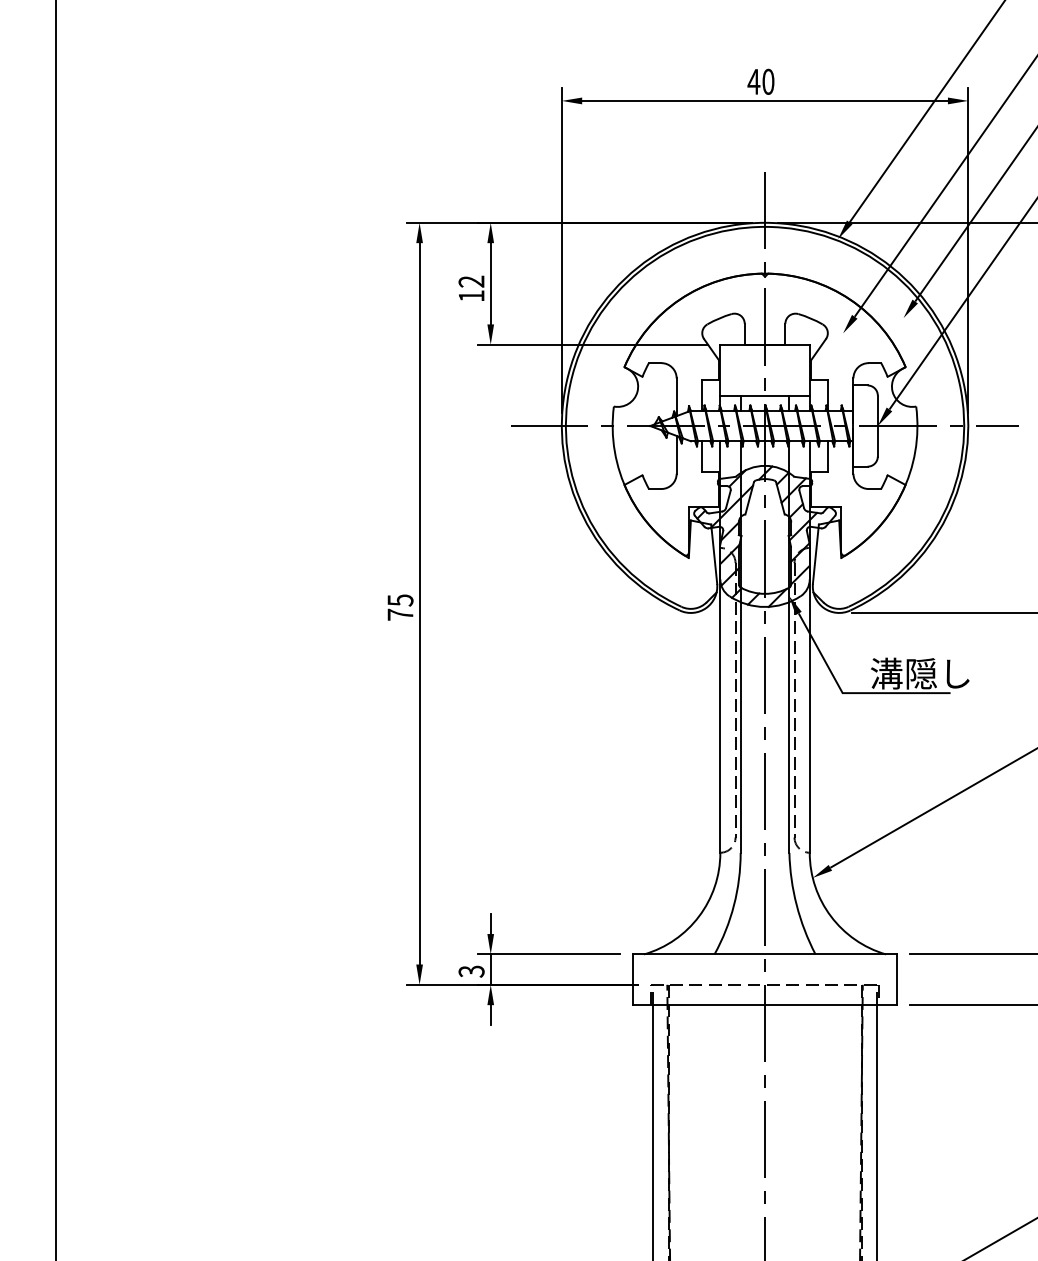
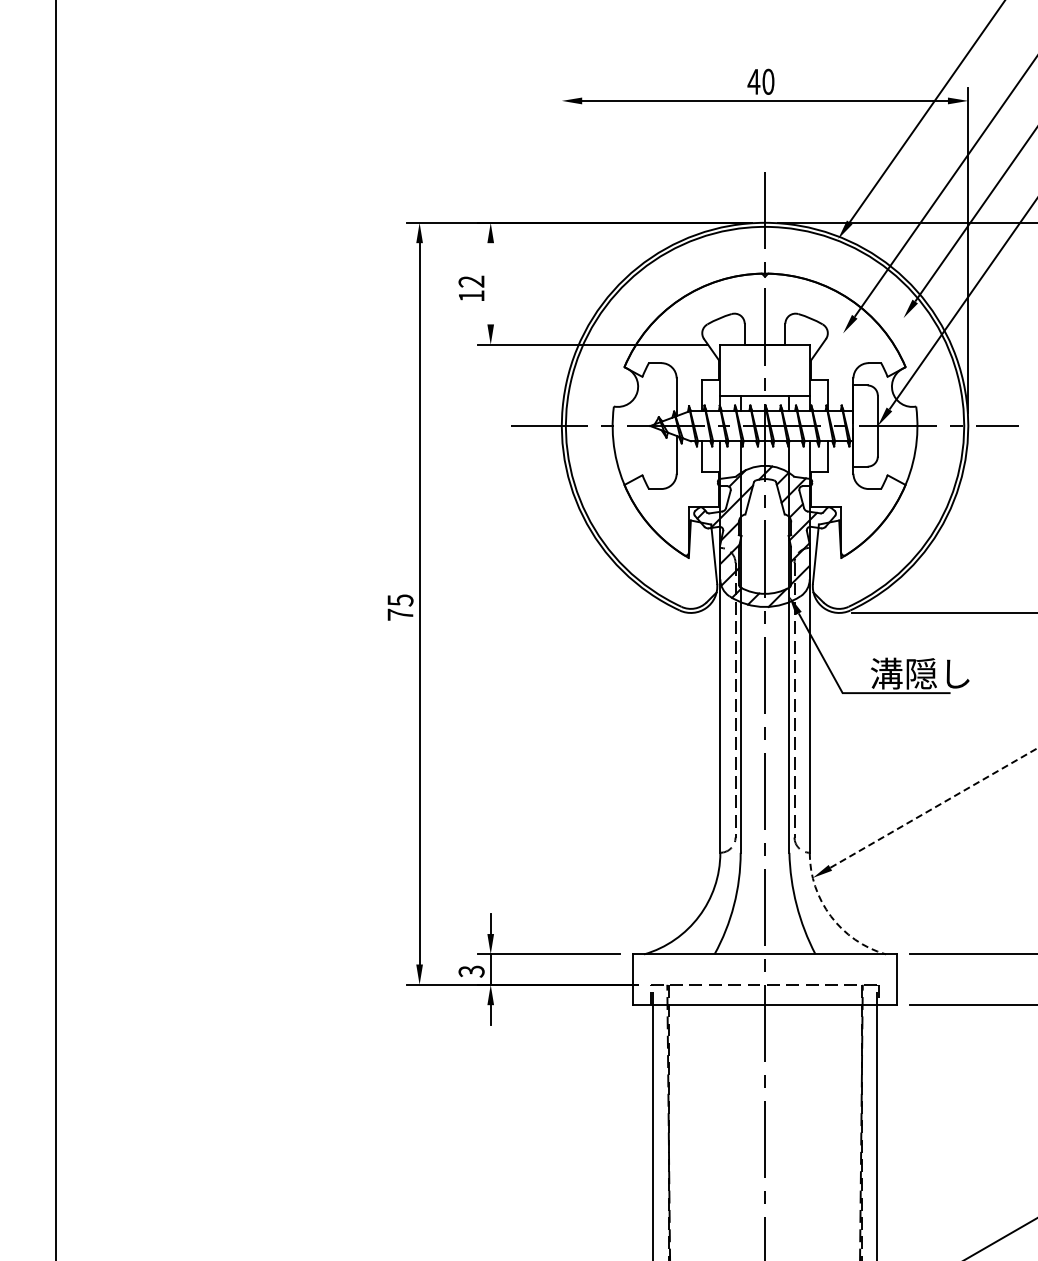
line at (561, 250): present -> none
line at (490, 283): present -> none
line at (934, 807): solid -> dashed
arc at (830, 916): solid -> dashed
